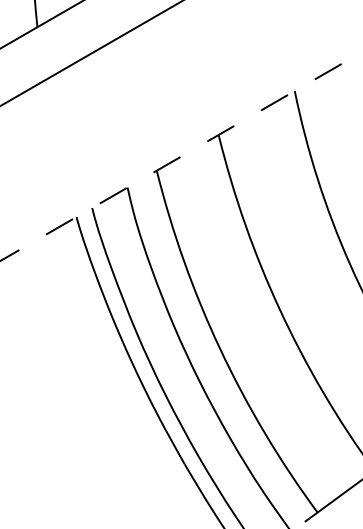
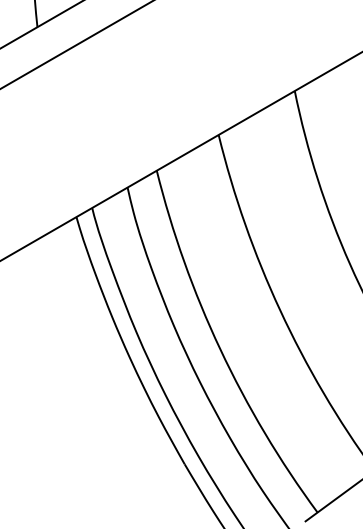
line at (90, 53) position: (90, 53) -> (76, 45)
line at (181, 156): dashed -> solid
